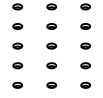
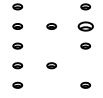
part at (51, 6): present -> none
part at (85, 26) size: 11x7 px -> 17x11 px
part at (51, 45): present -> none
part at (85, 65): present -> none
part at (51, 84): present -> none
